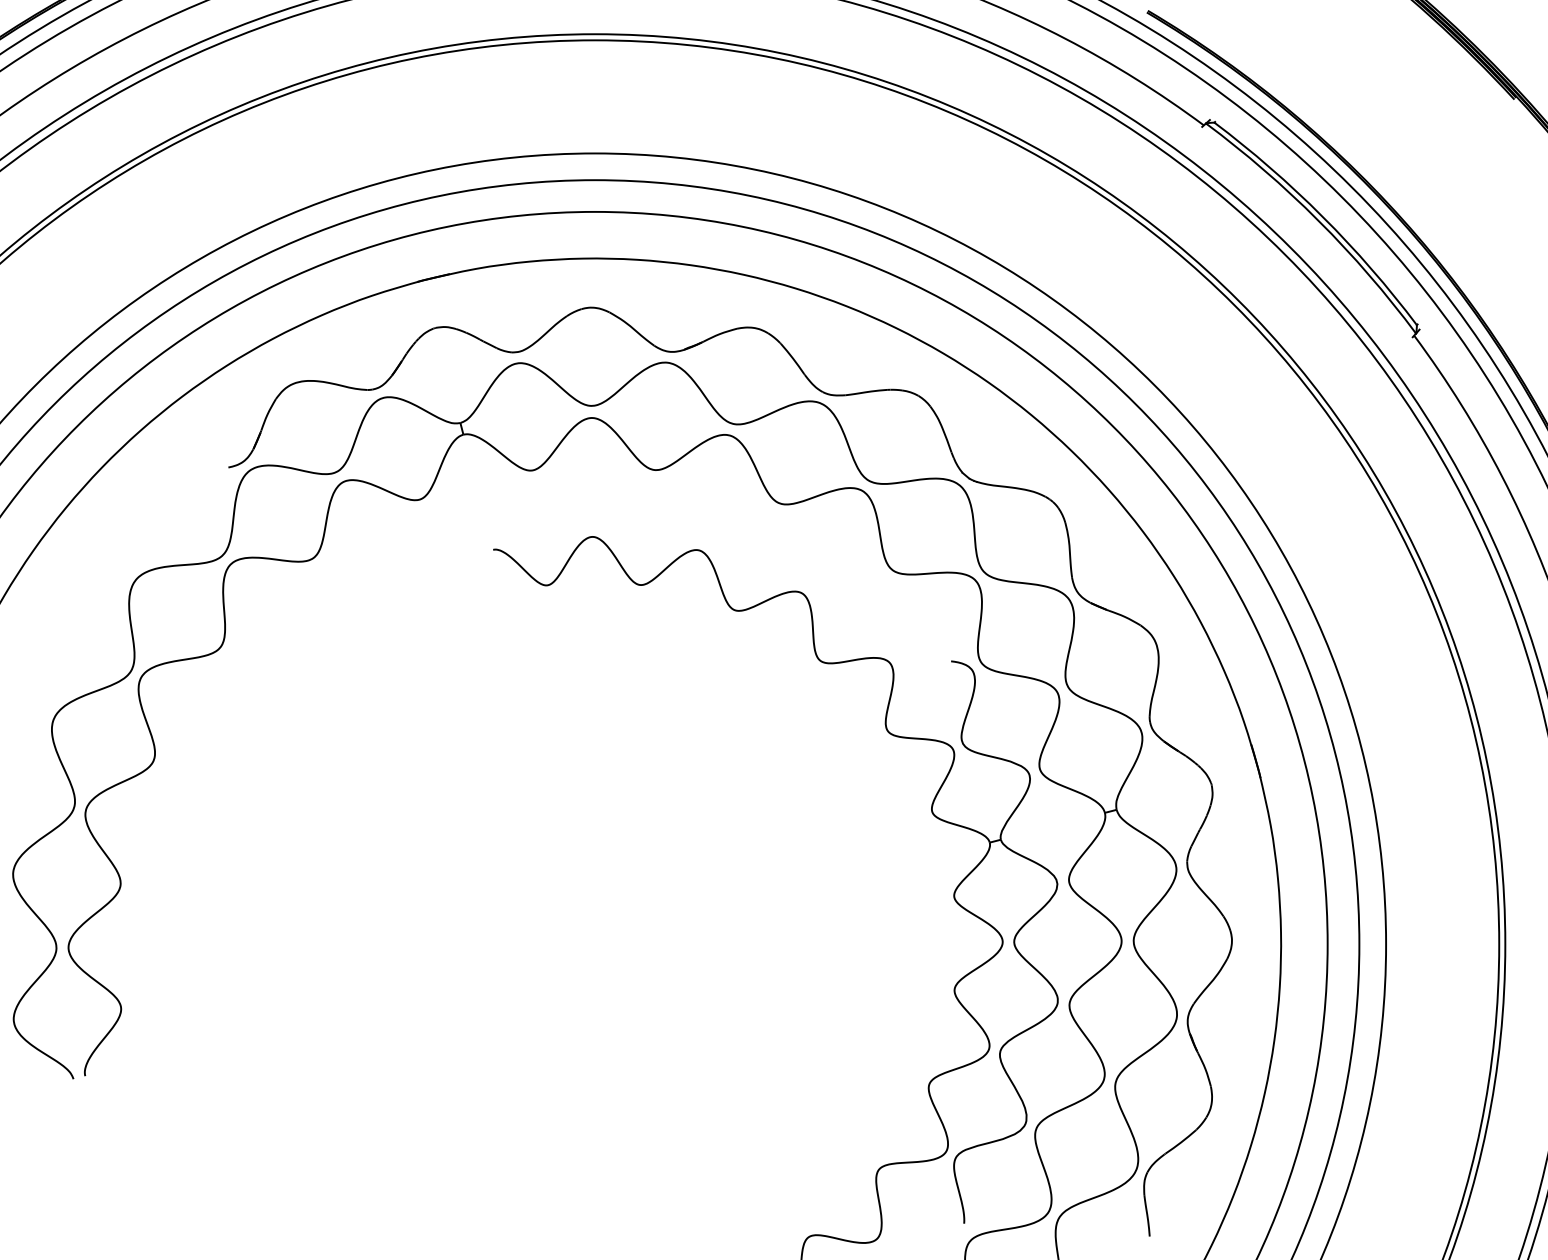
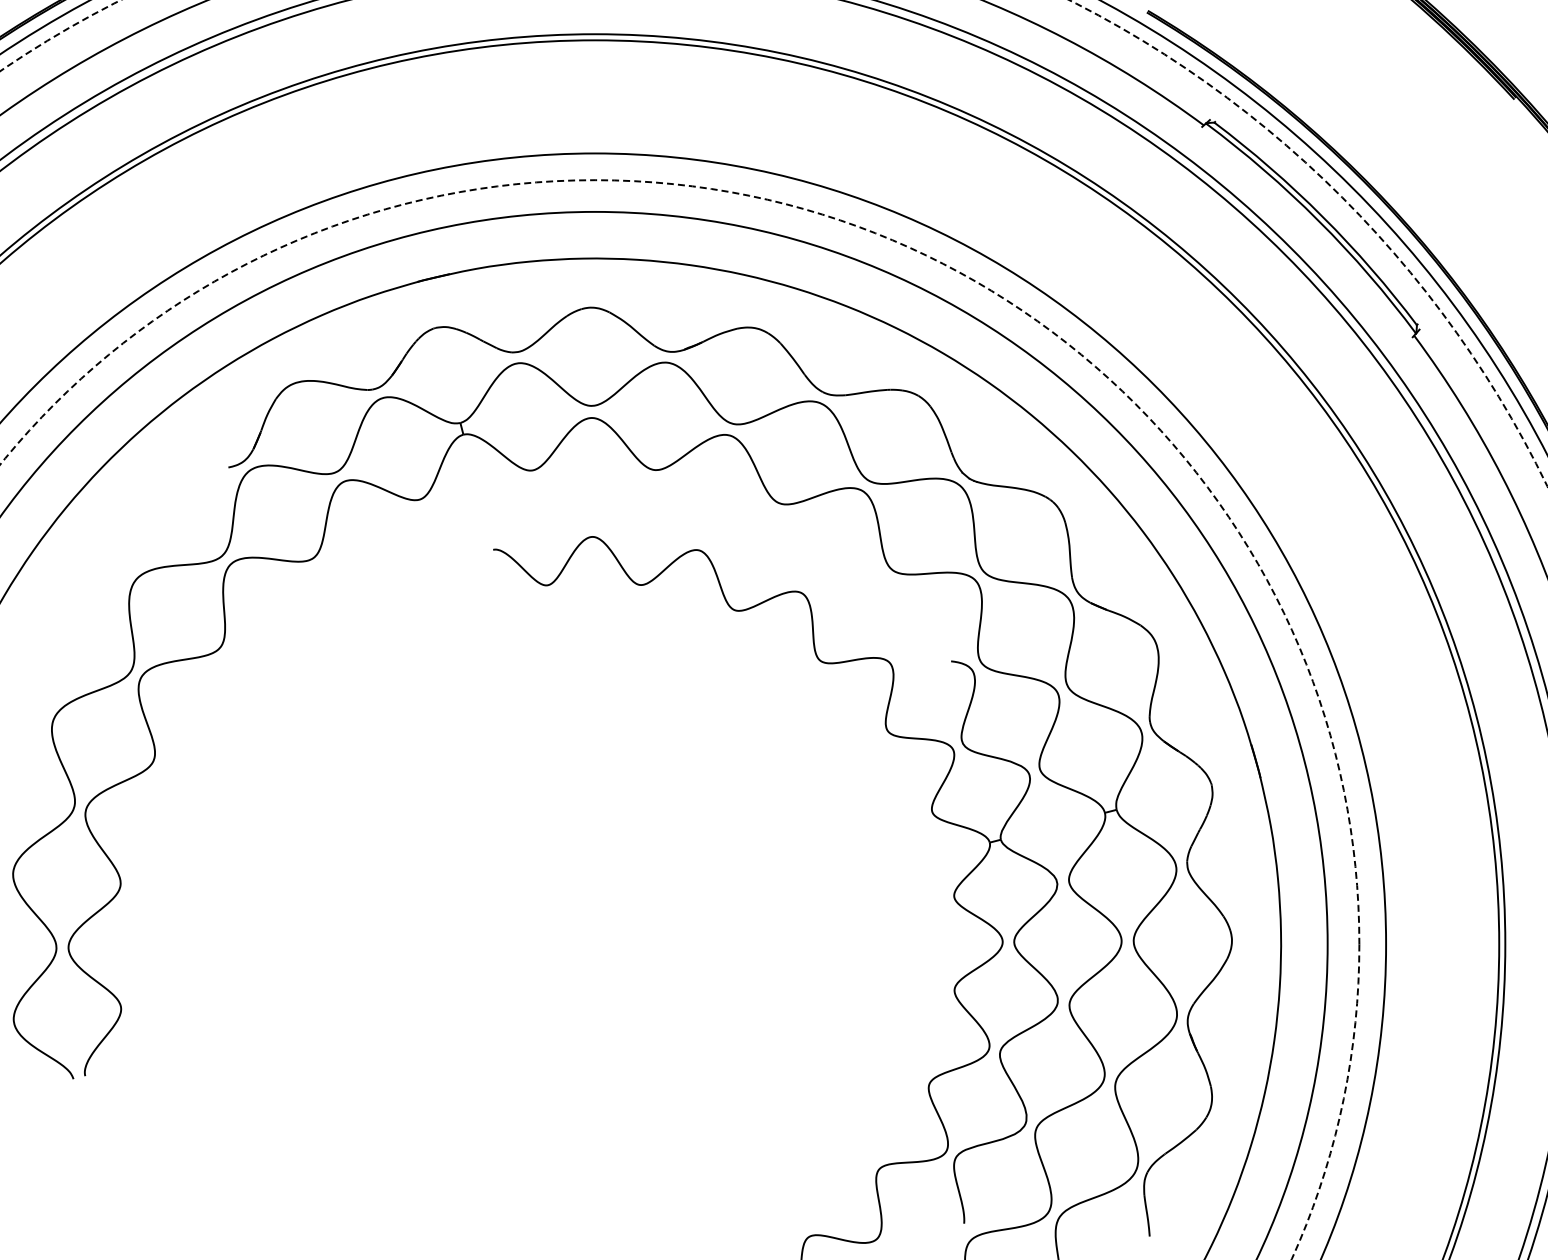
circle at (773, 243): solid -> dashed
circle at (679, 719): solid -> dashed
